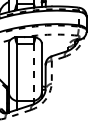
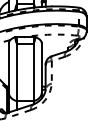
line at (33, 72): dashed -> solid
